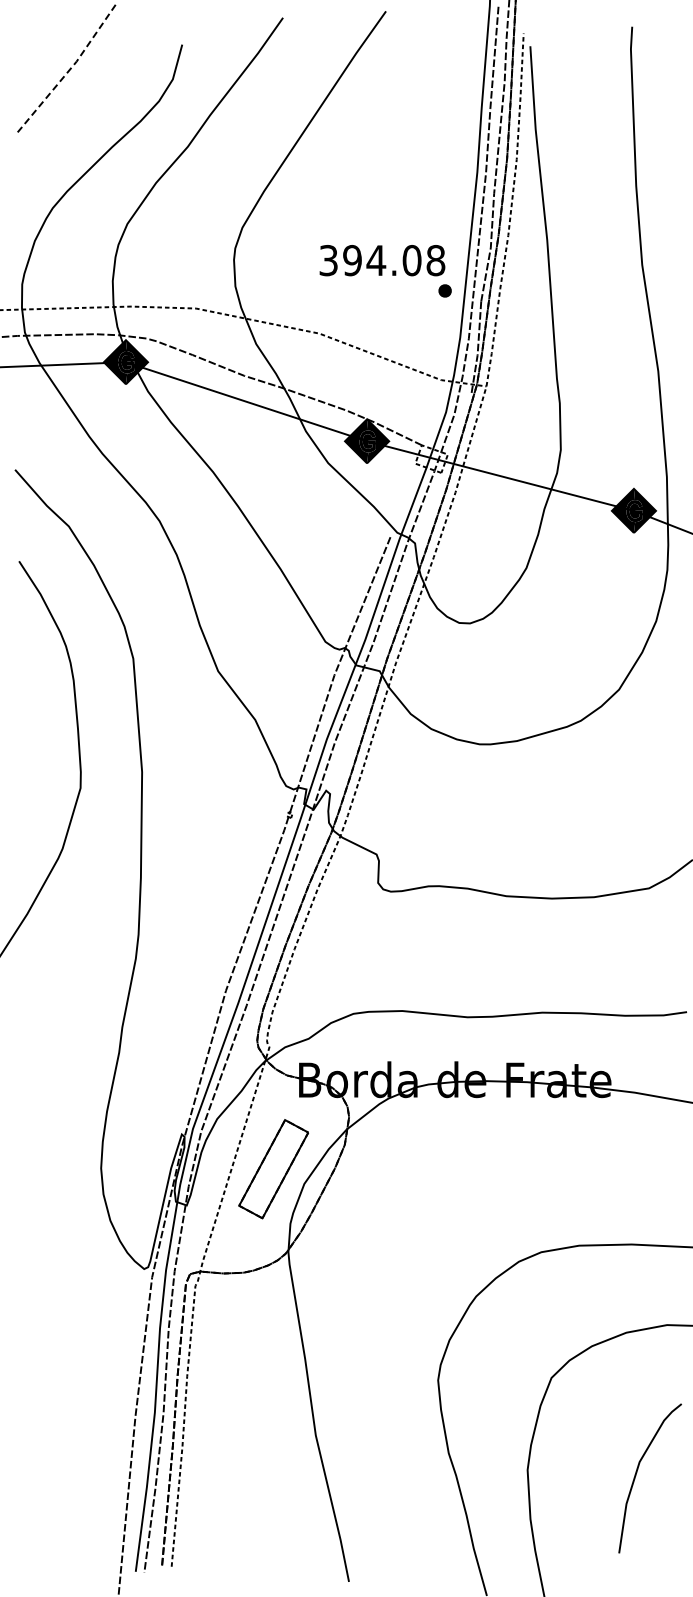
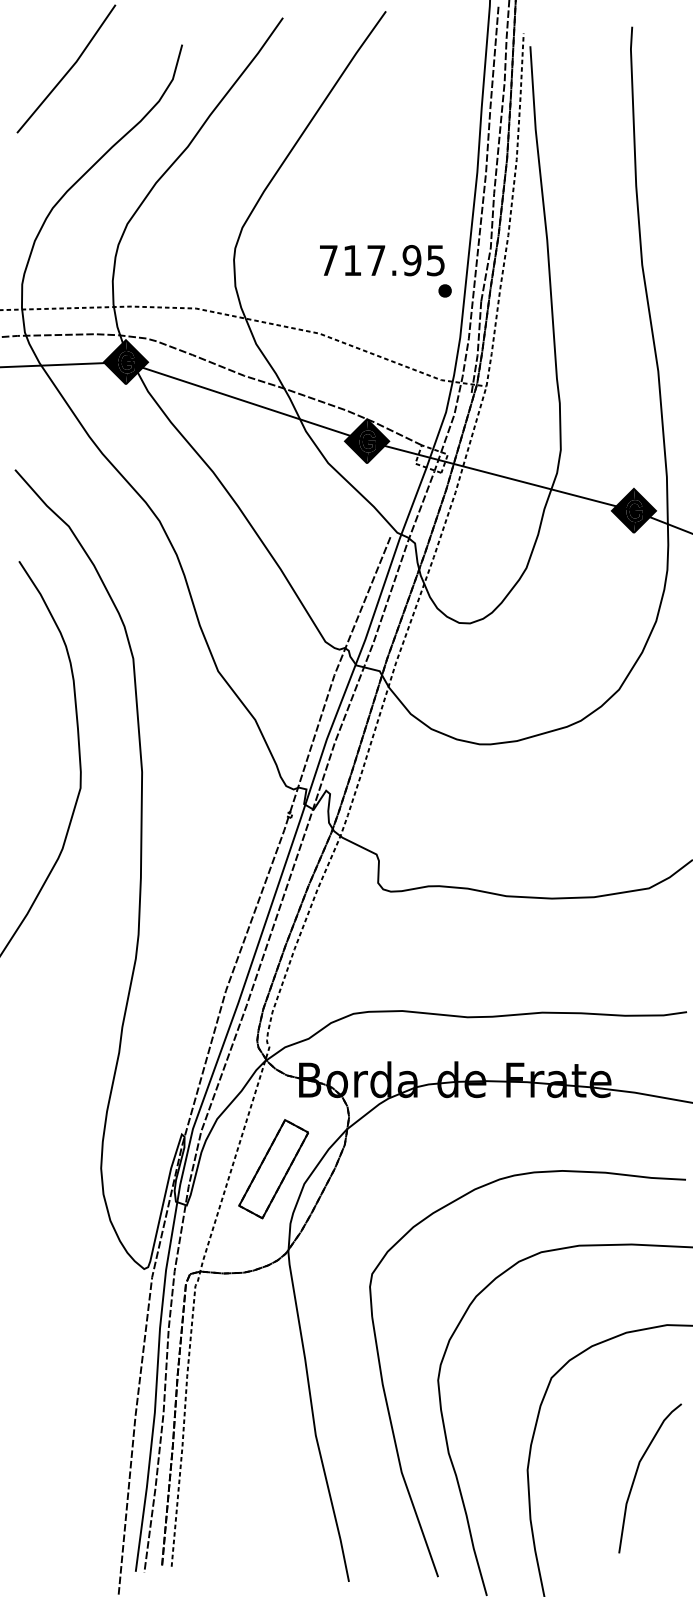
line at (69, 70): dashed -> solid
text at (382, 260): 394.08 -> 717.95
part at (387, 1400): none -> present
